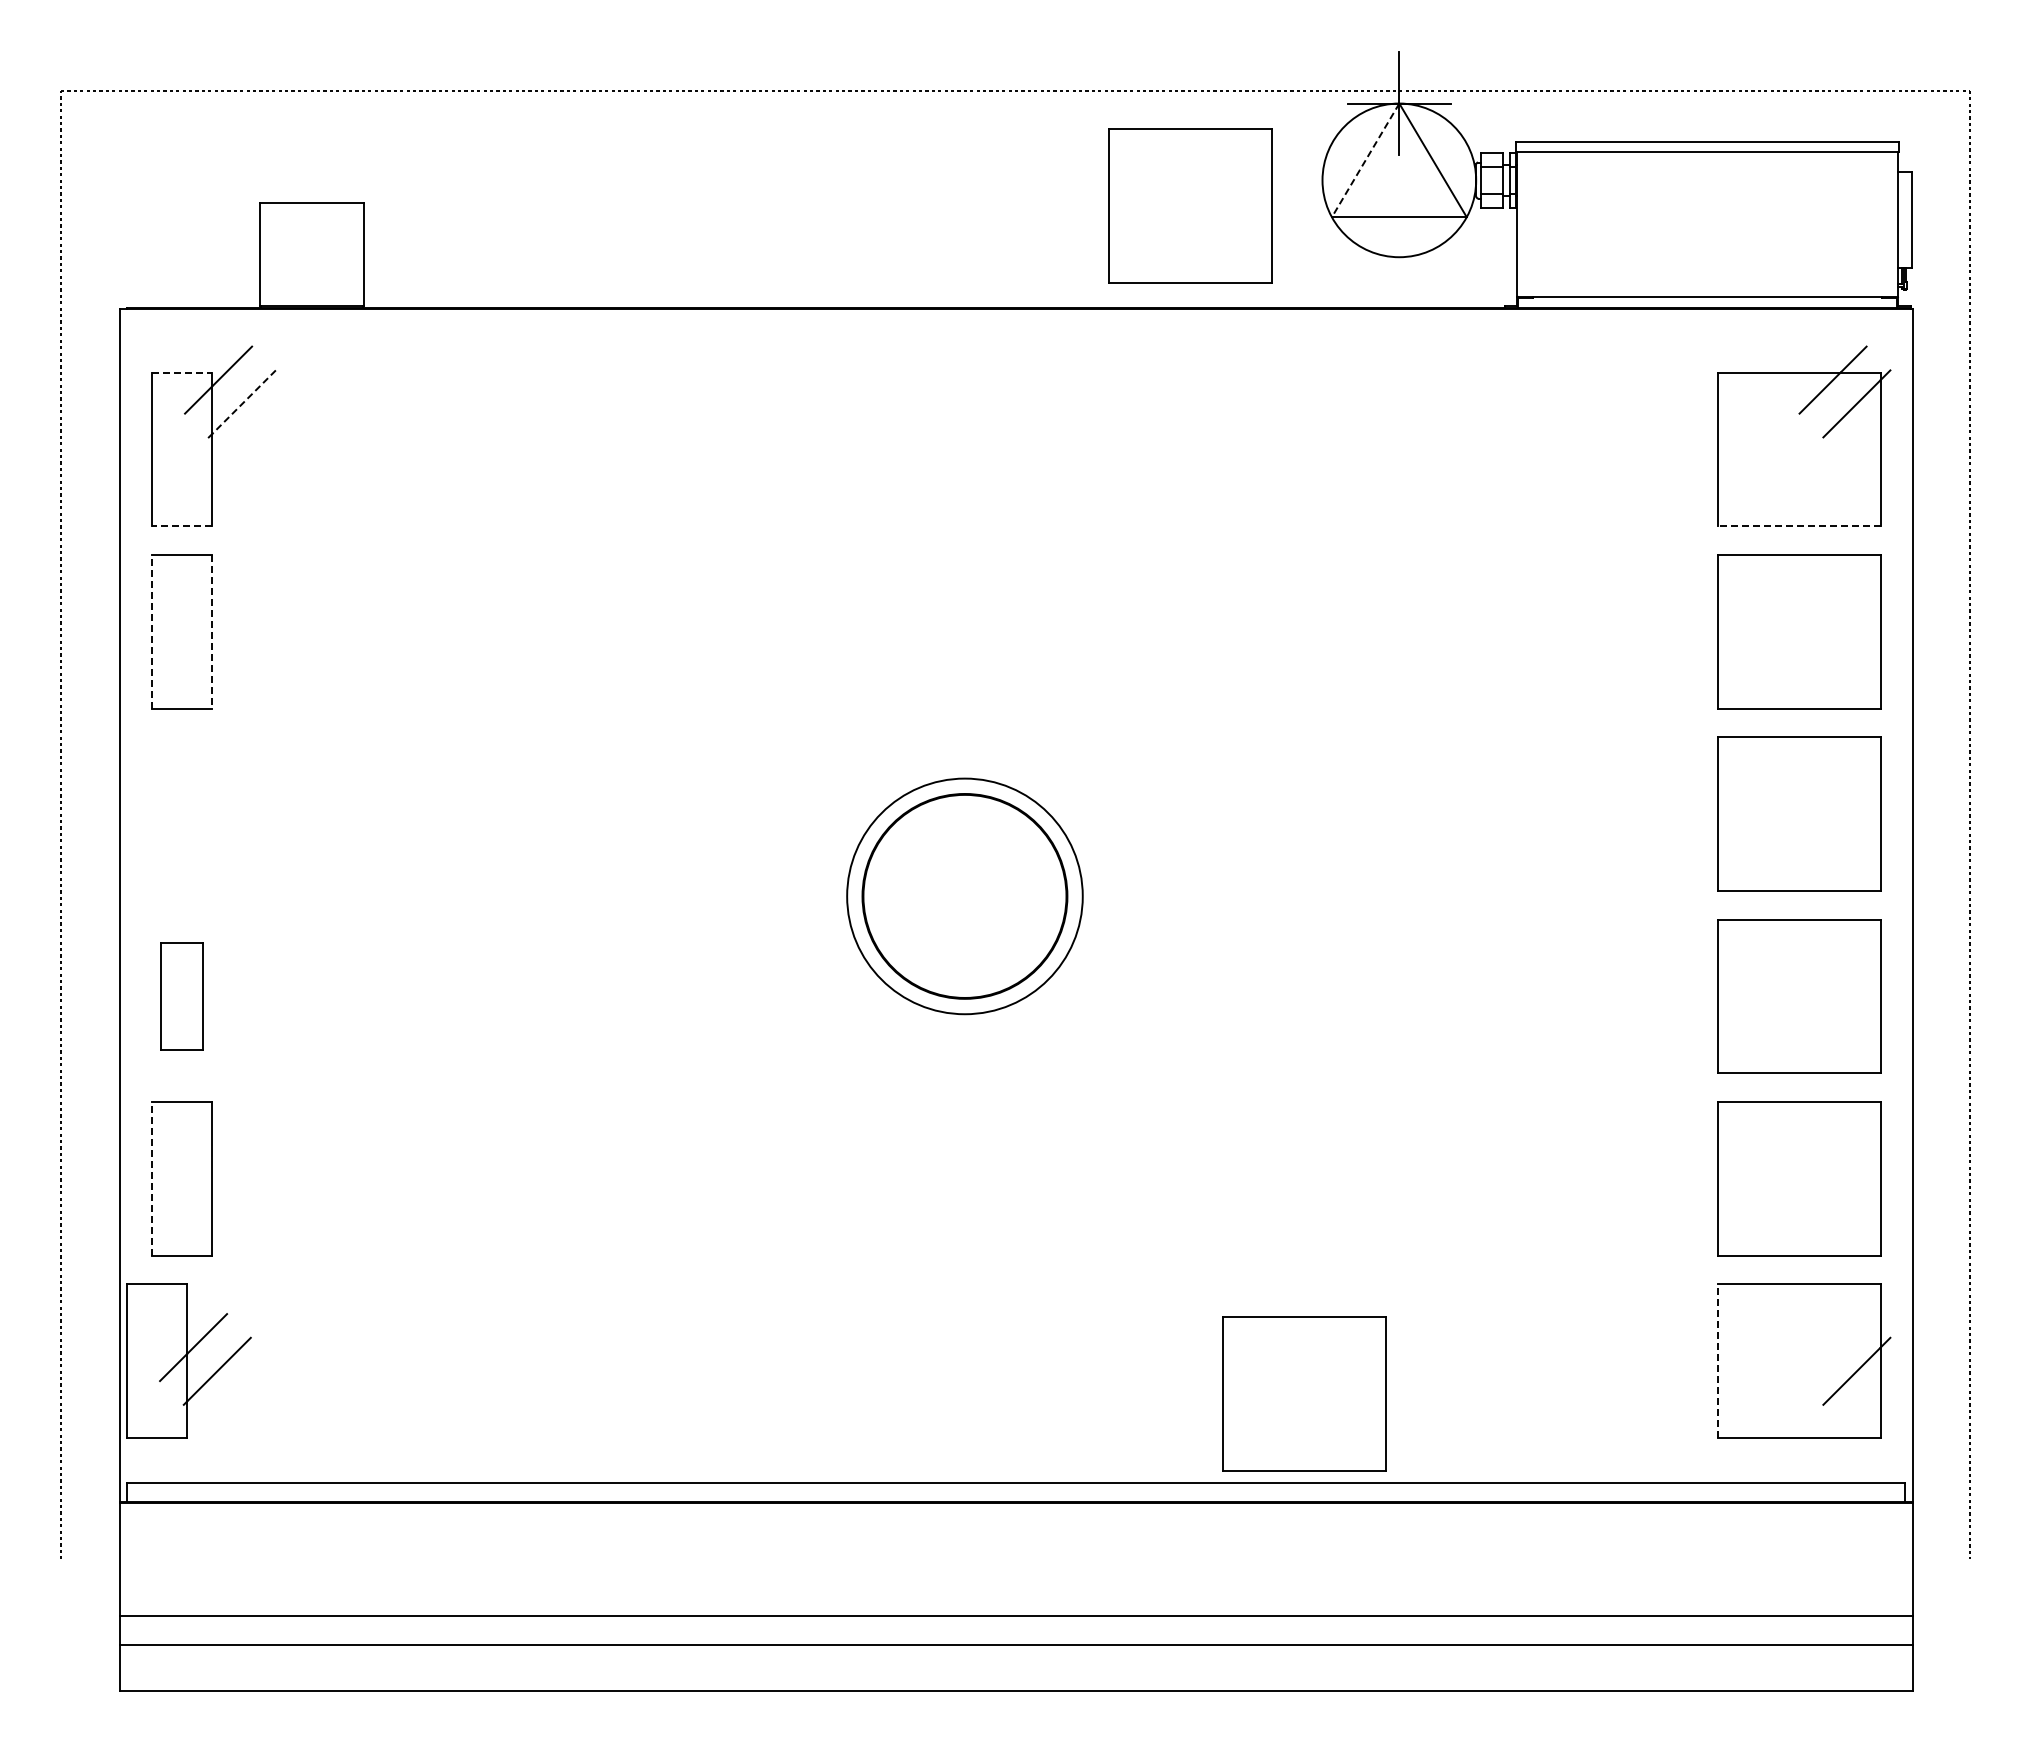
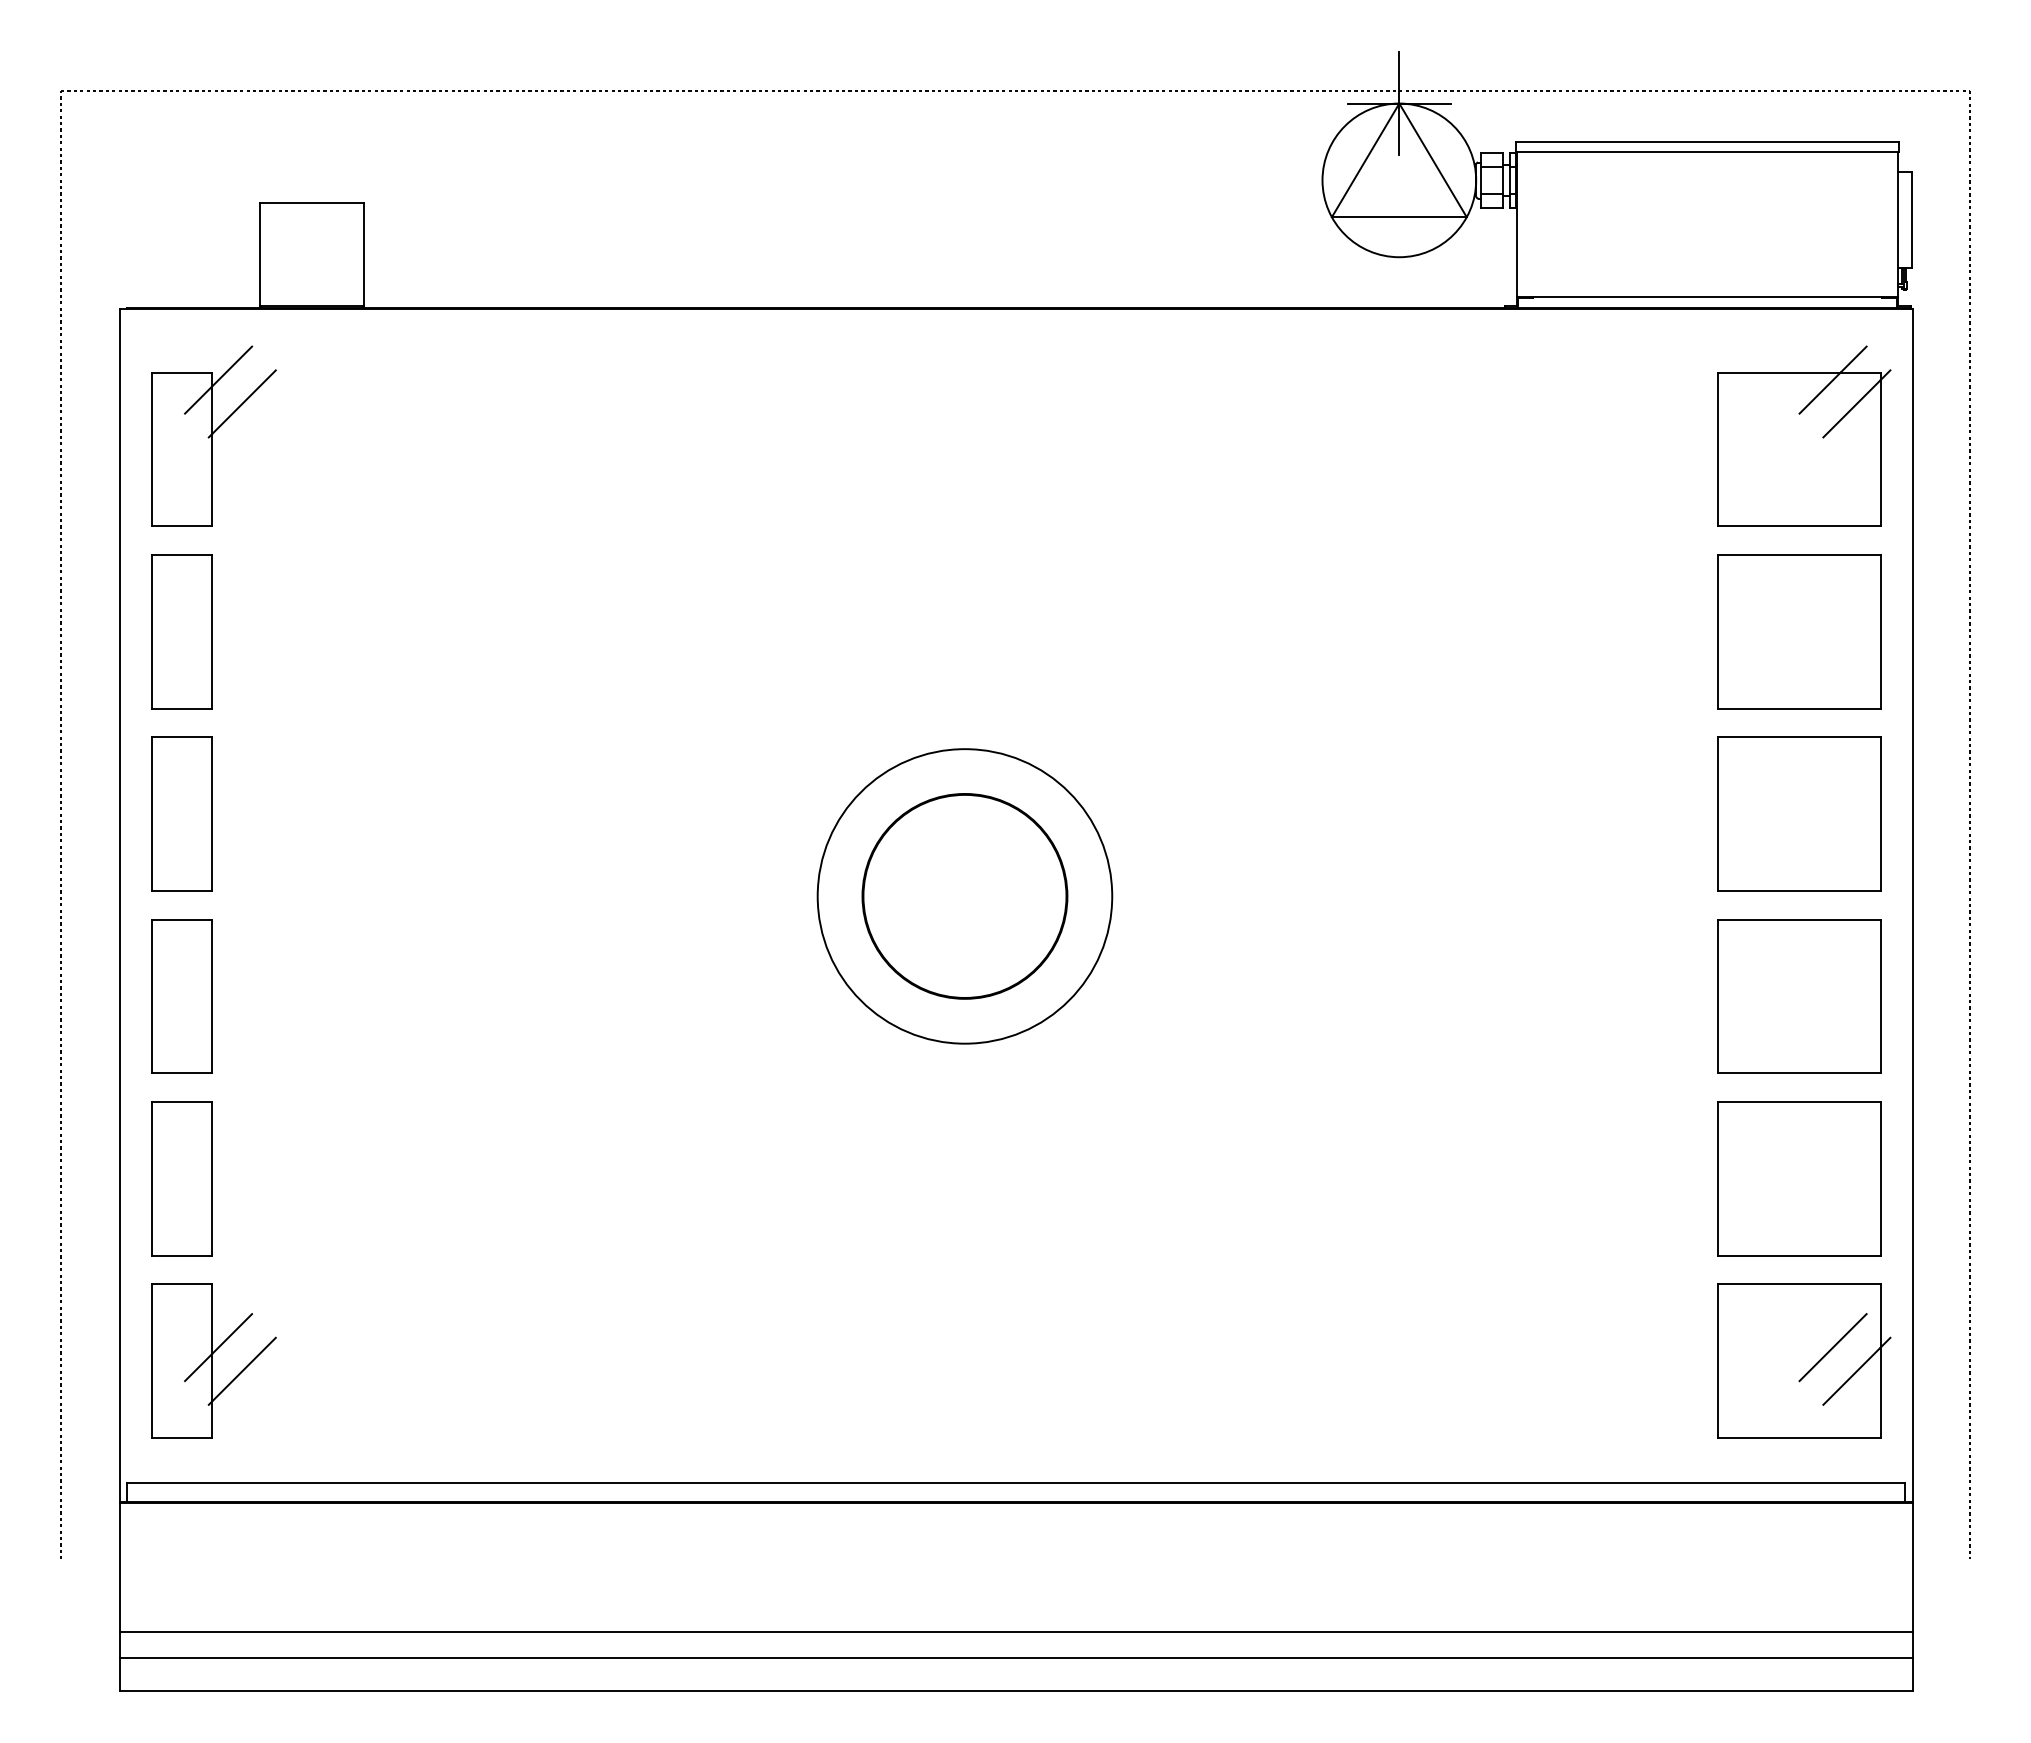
line at (1365, 160): dashed -> solid
part at (1190, 205): present -> none
line at (182, 372): dashed -> solid
line at (243, 402): dashed -> solid
line at (181, 526): dashed -> solid
line at (1798, 526): dashed -> solid
line at (151, 631): dashed -> solid
line at (212, 631): dashed -> solid
part at (181, 813): none -> present
circle at (964, 896) diameter: 236 px -> 295 px
part at (181, 996) size: 44x109 px -> 62x155 px
line at (151, 1178): dashed -> solid
line at (1832, 1347): none -> present
part at (188, 1360) position: (188, 1360) -> (213, 1360)
line at (1717, 1361): dashed -> solid
part at (1304, 1393): present -> none
line at (1015, 1616) position: (1015, 1616) -> (1015, 1632)
line at (1015, 1644) position: (1015, 1644) -> (1015, 1657)
